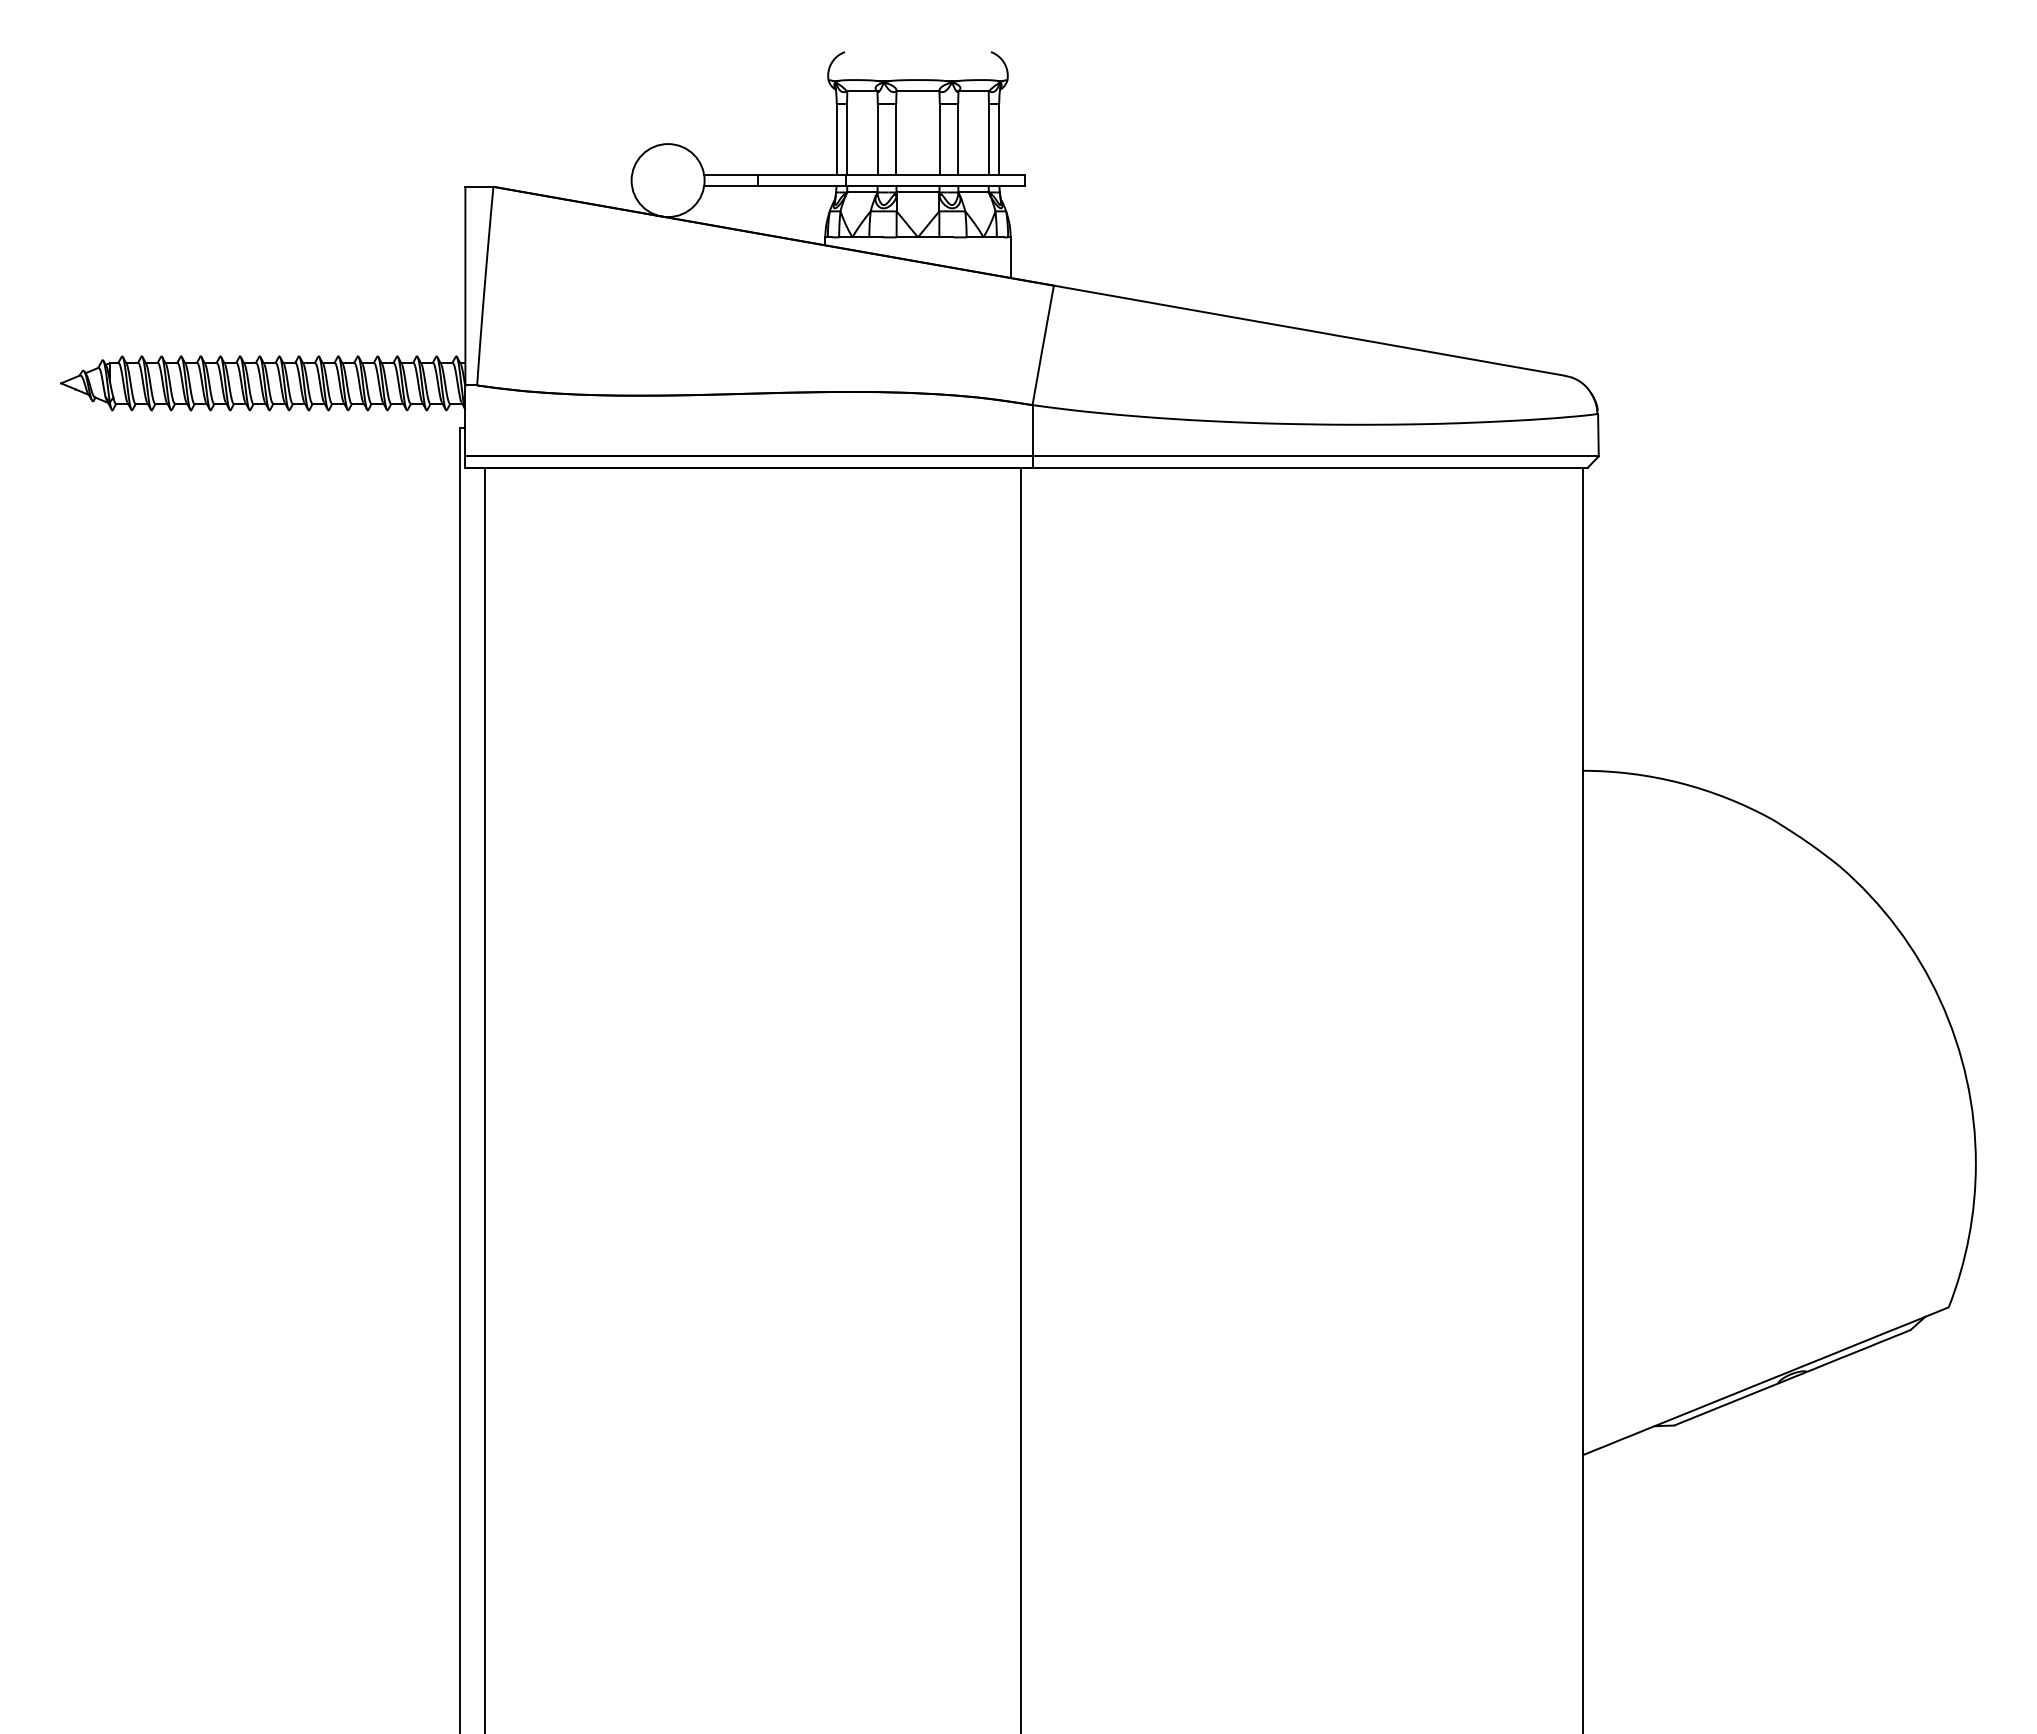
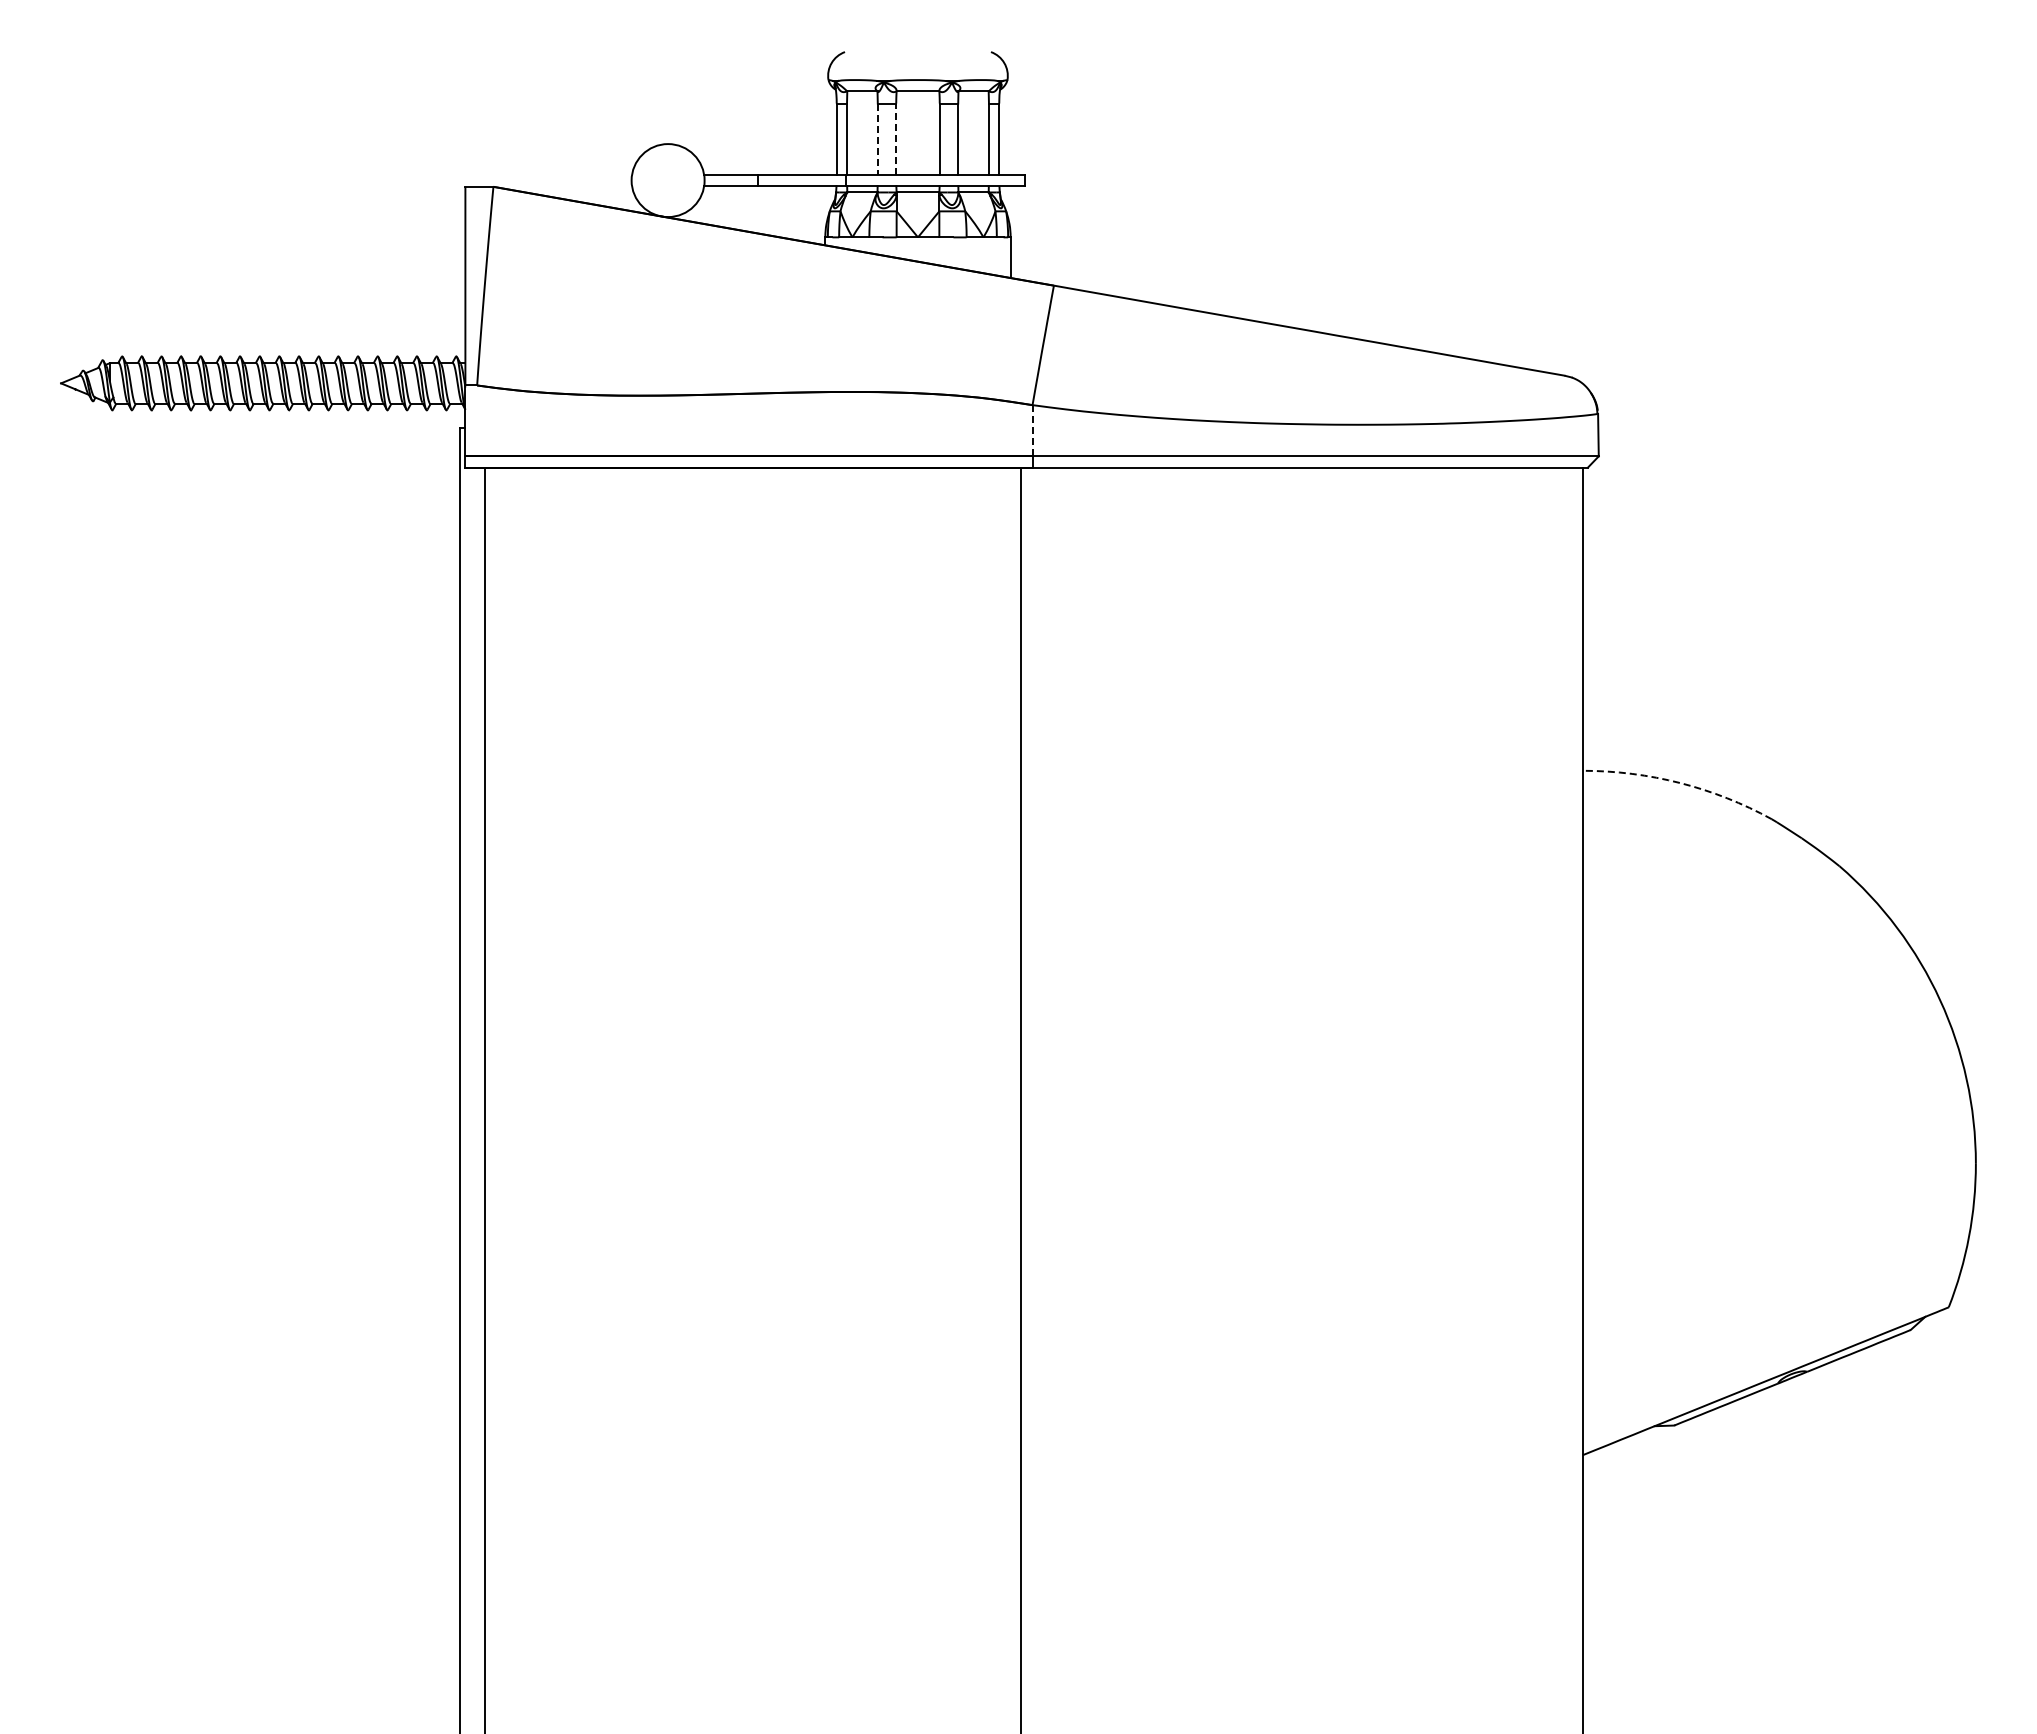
line at (877, 139): solid -> dashed
line at (896, 139): solid -> dashed
line at (1032, 430): solid -> dashed
arc at (1680, 783): solid -> dashed
